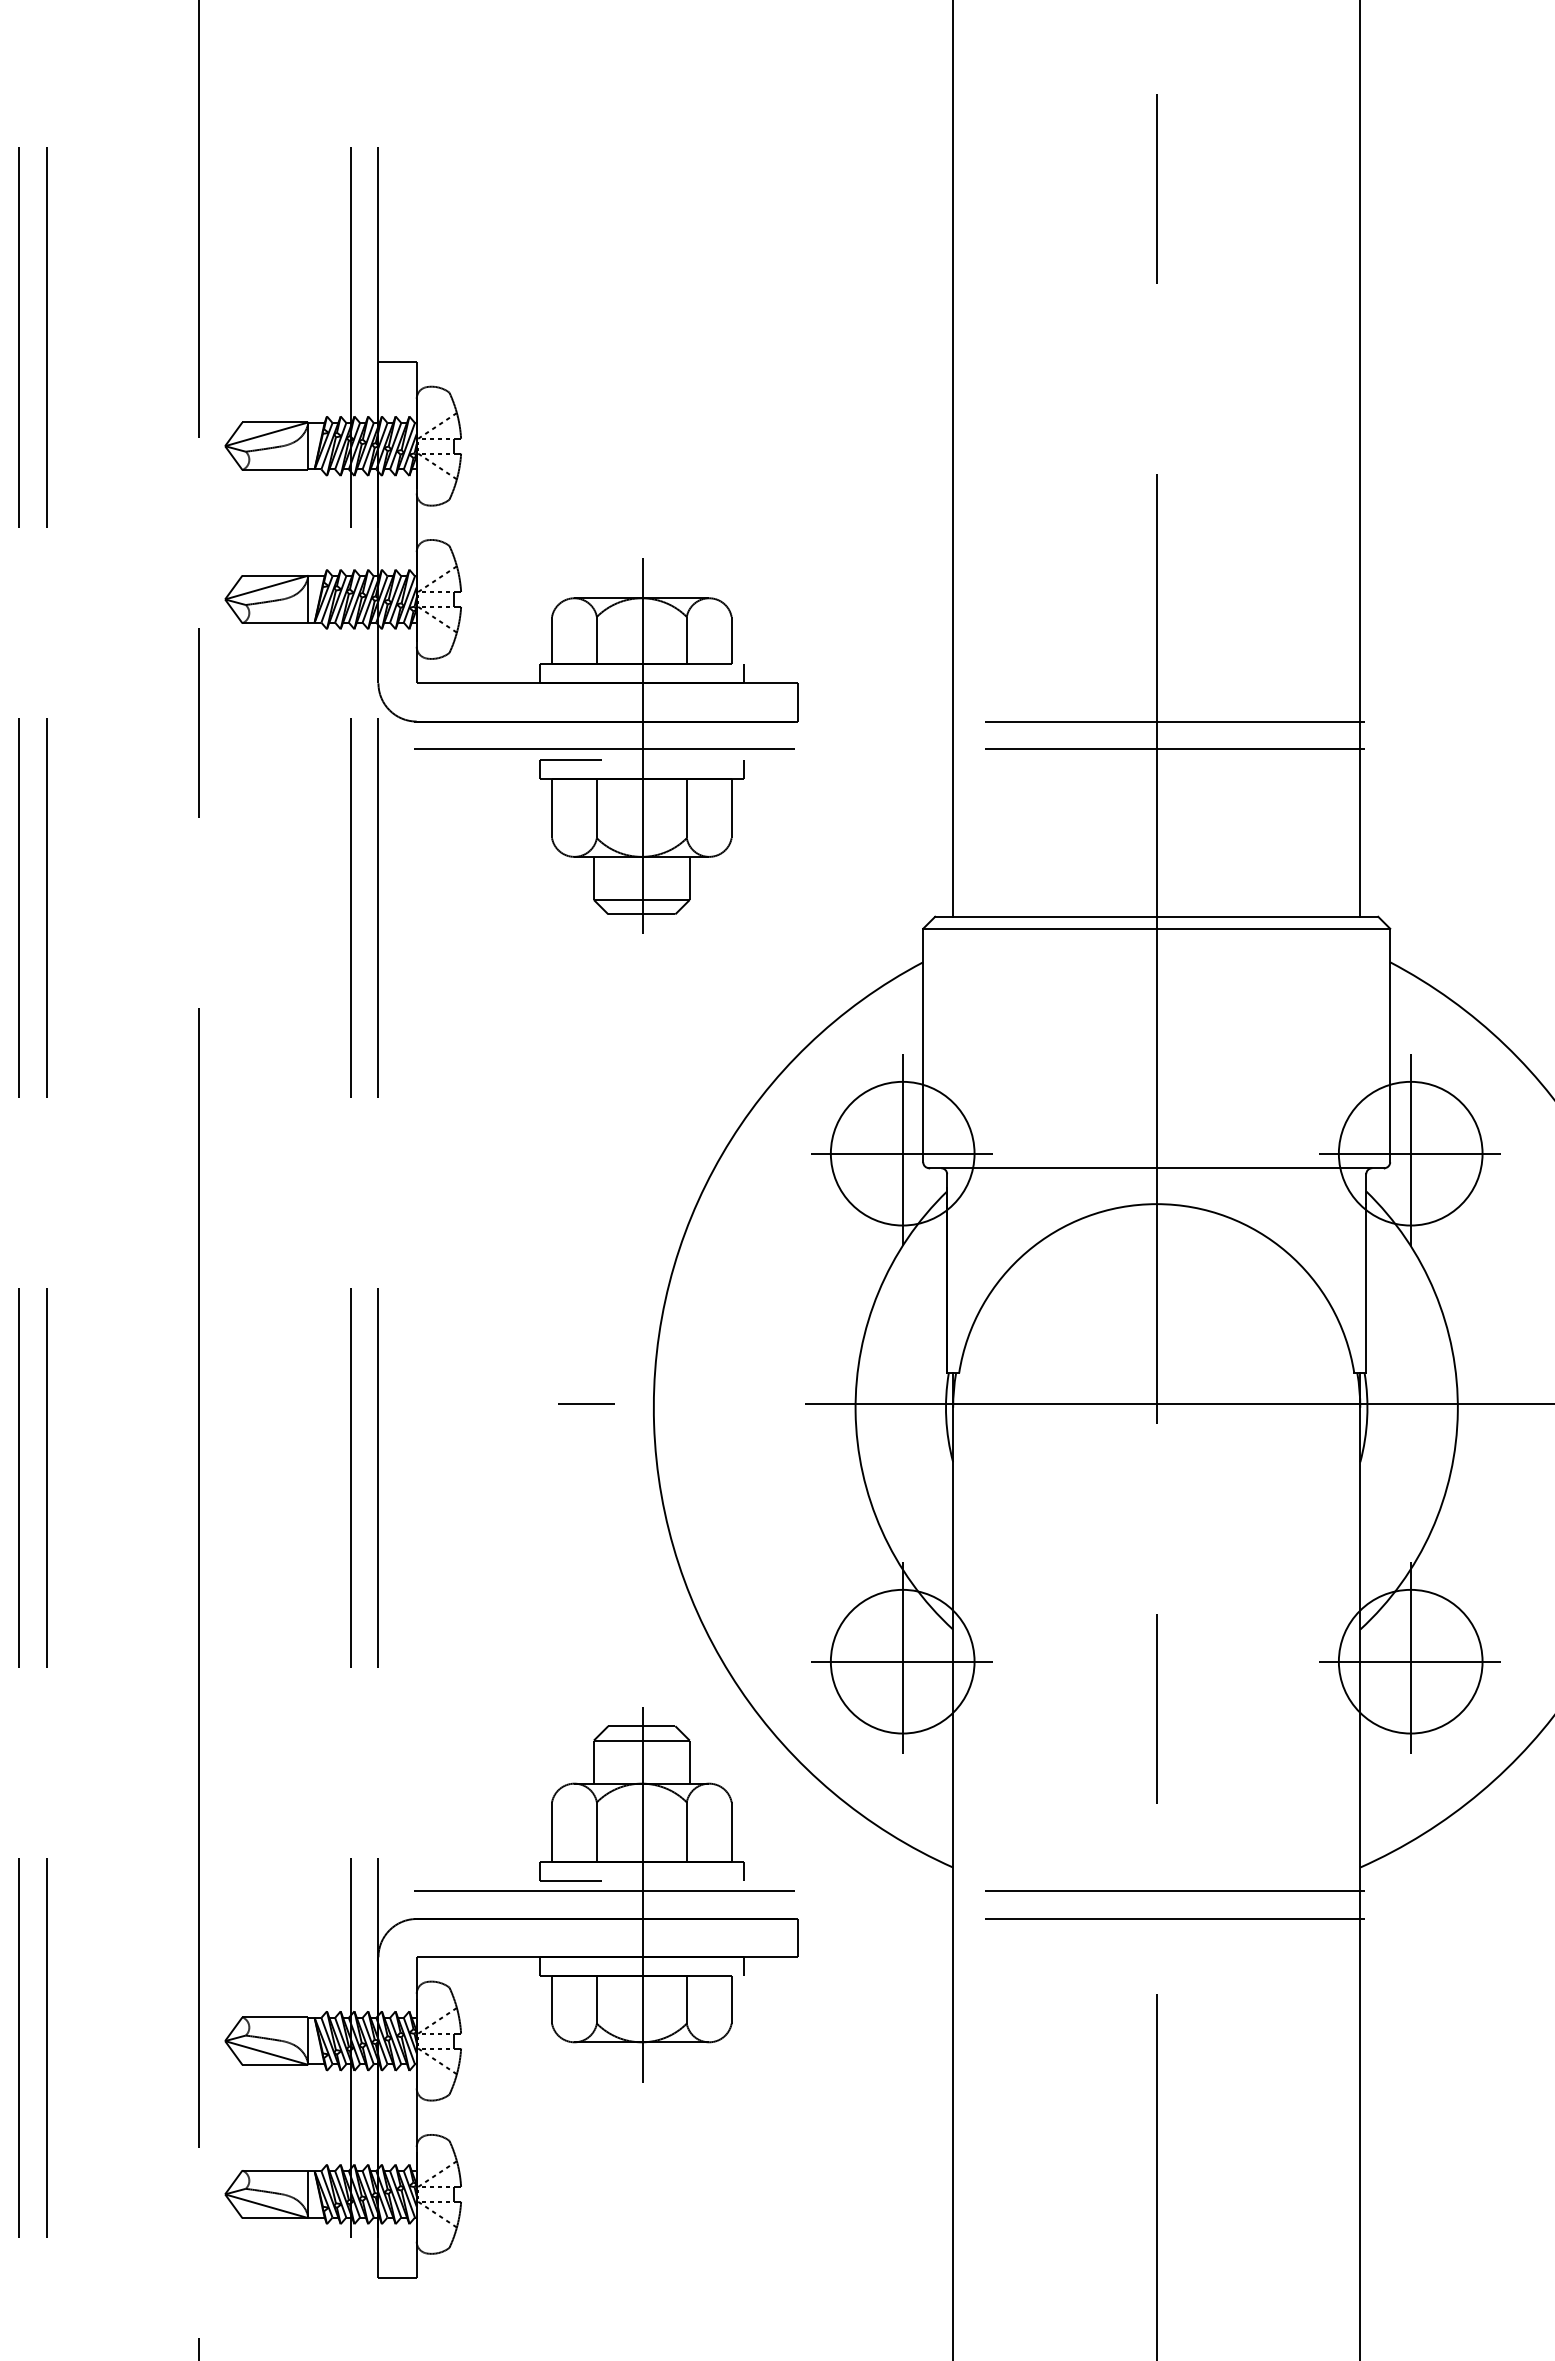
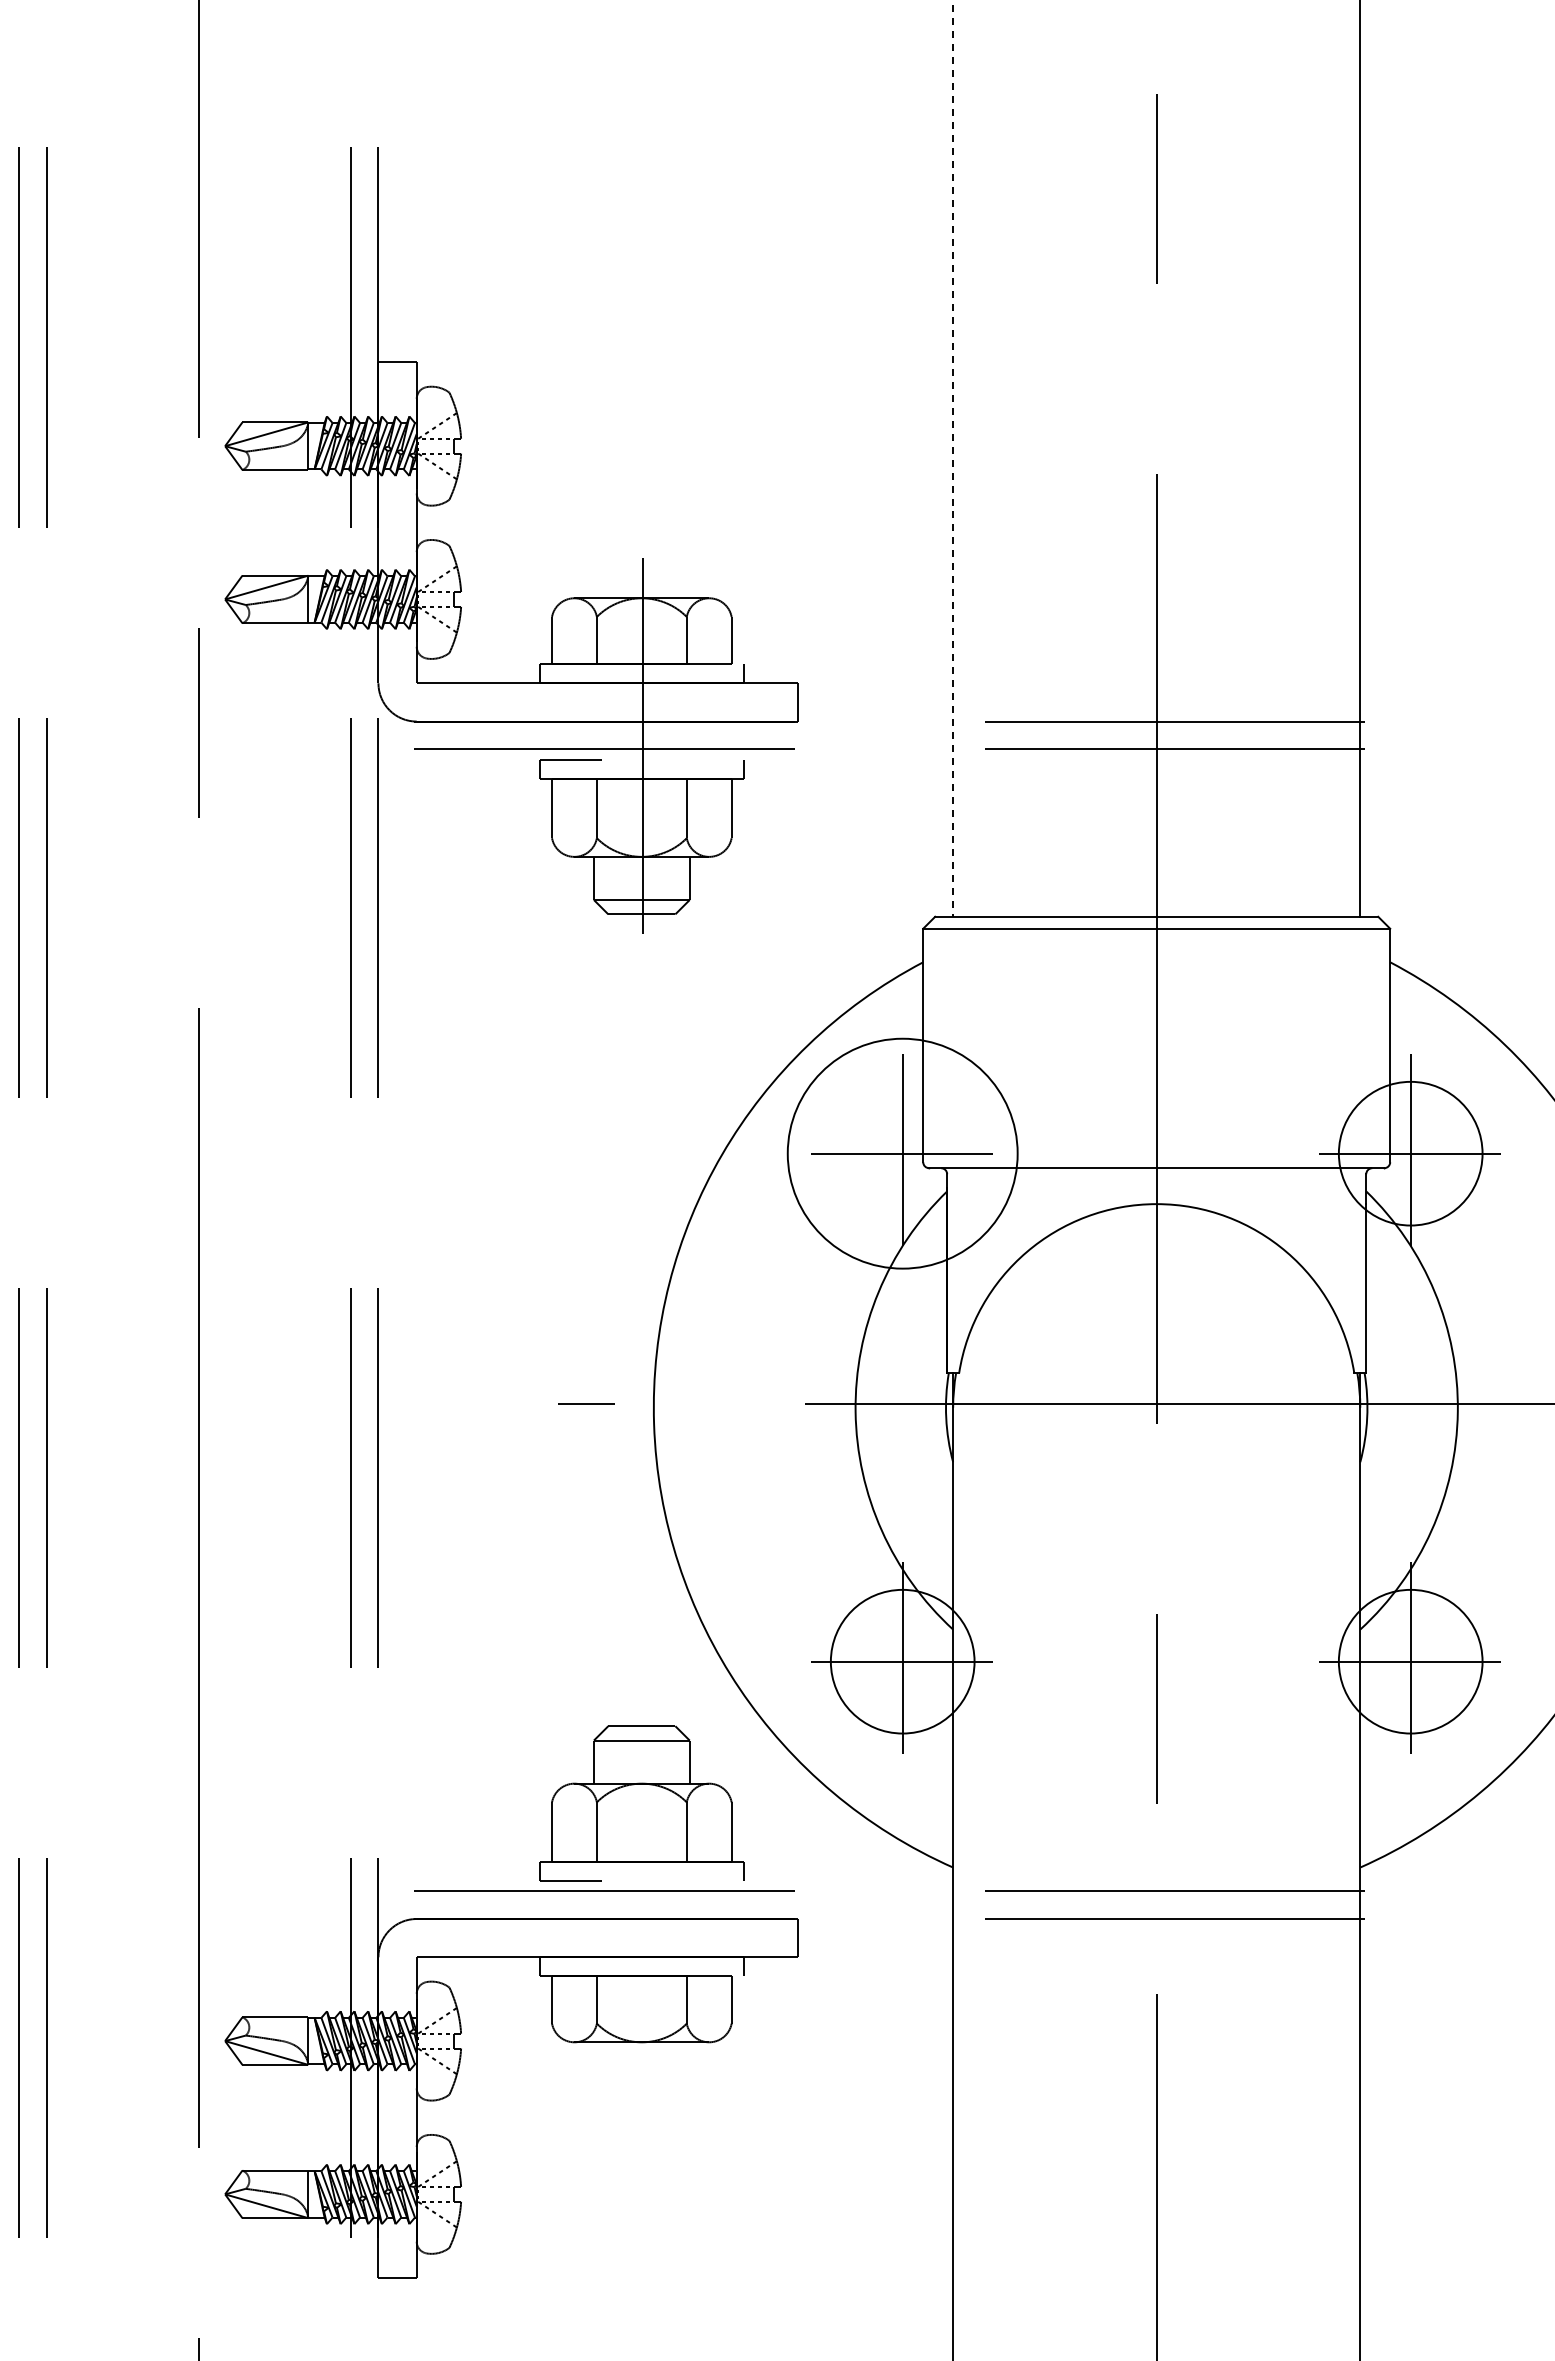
line at (953, 458): solid -> dashed
circle at (902, 1153) diameter: 144 px -> 230 px
line at (643, 1894): present -> none
